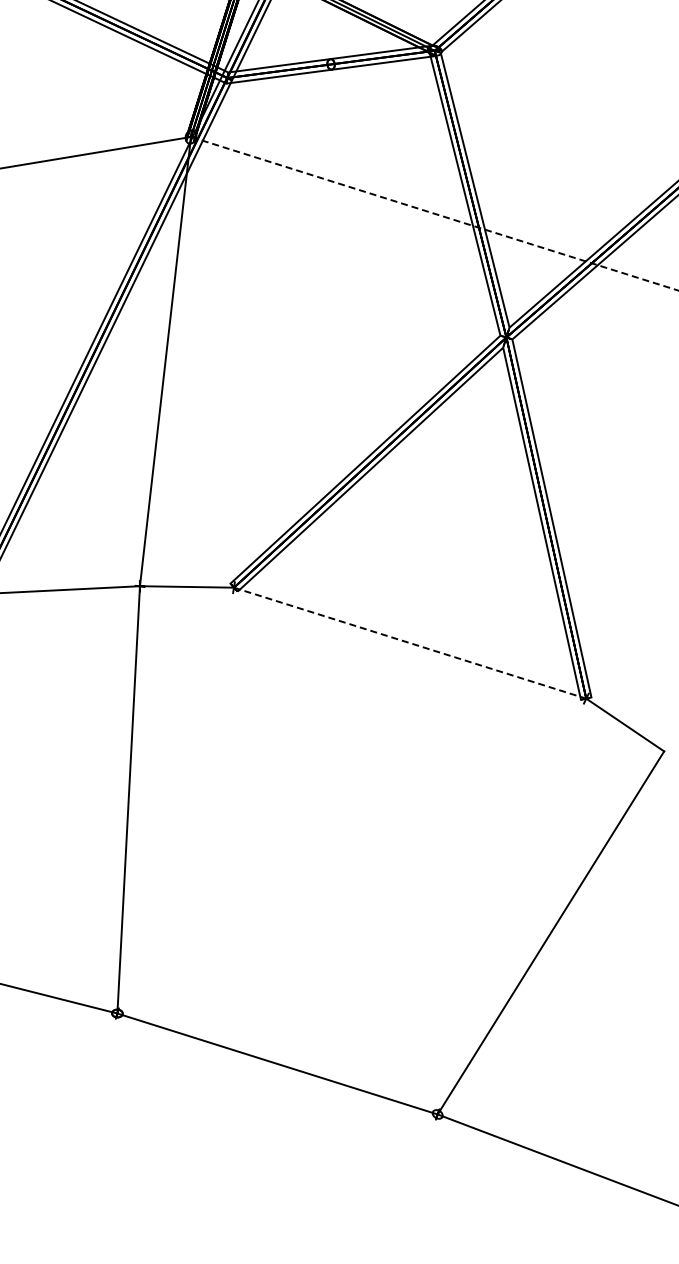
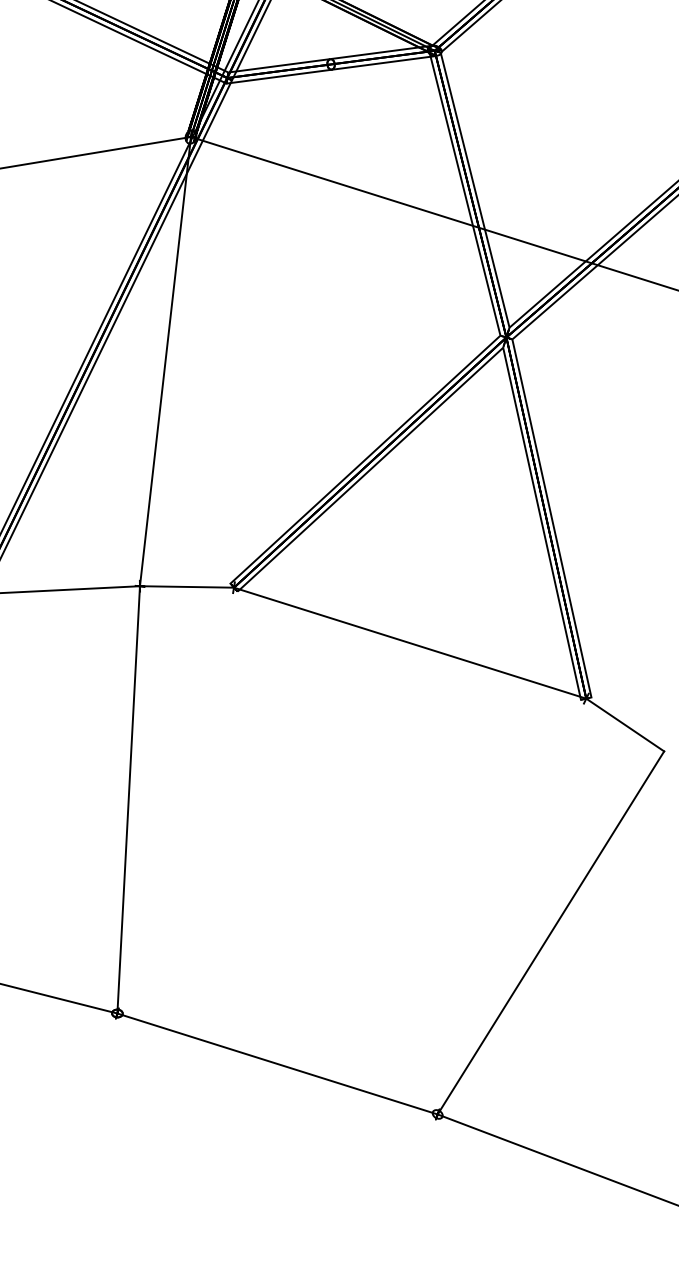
line at (434, 213): dashed -> solid
line at (410, 643): dashed -> solid
